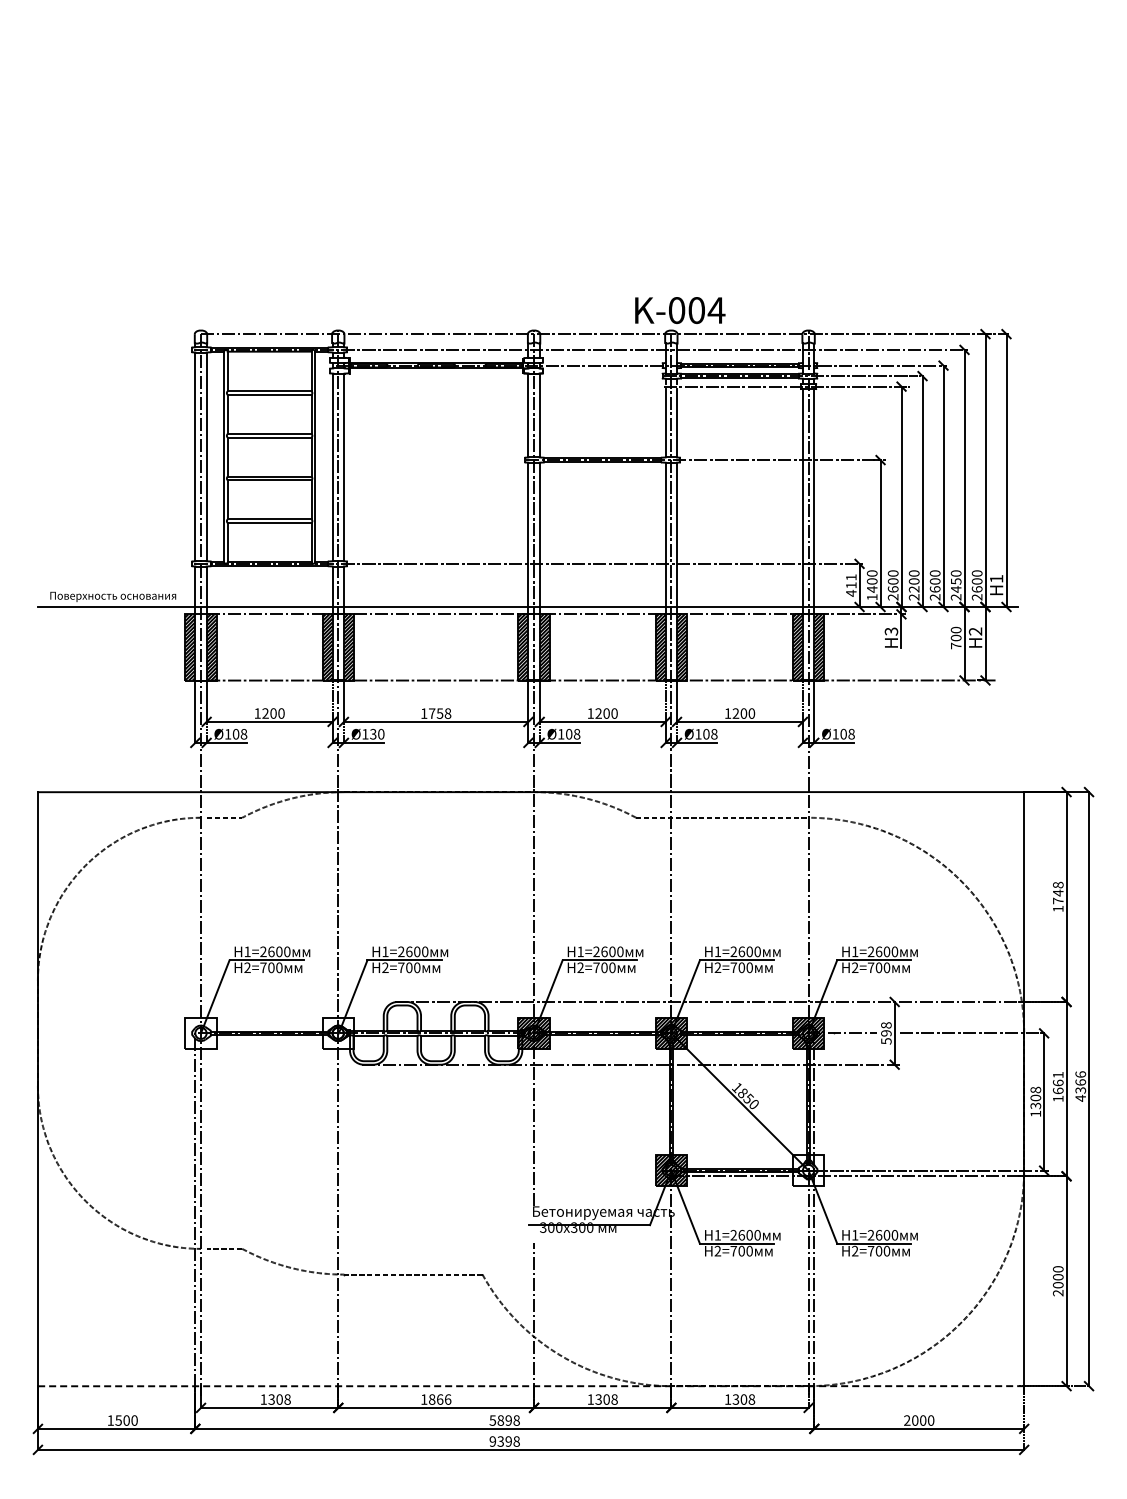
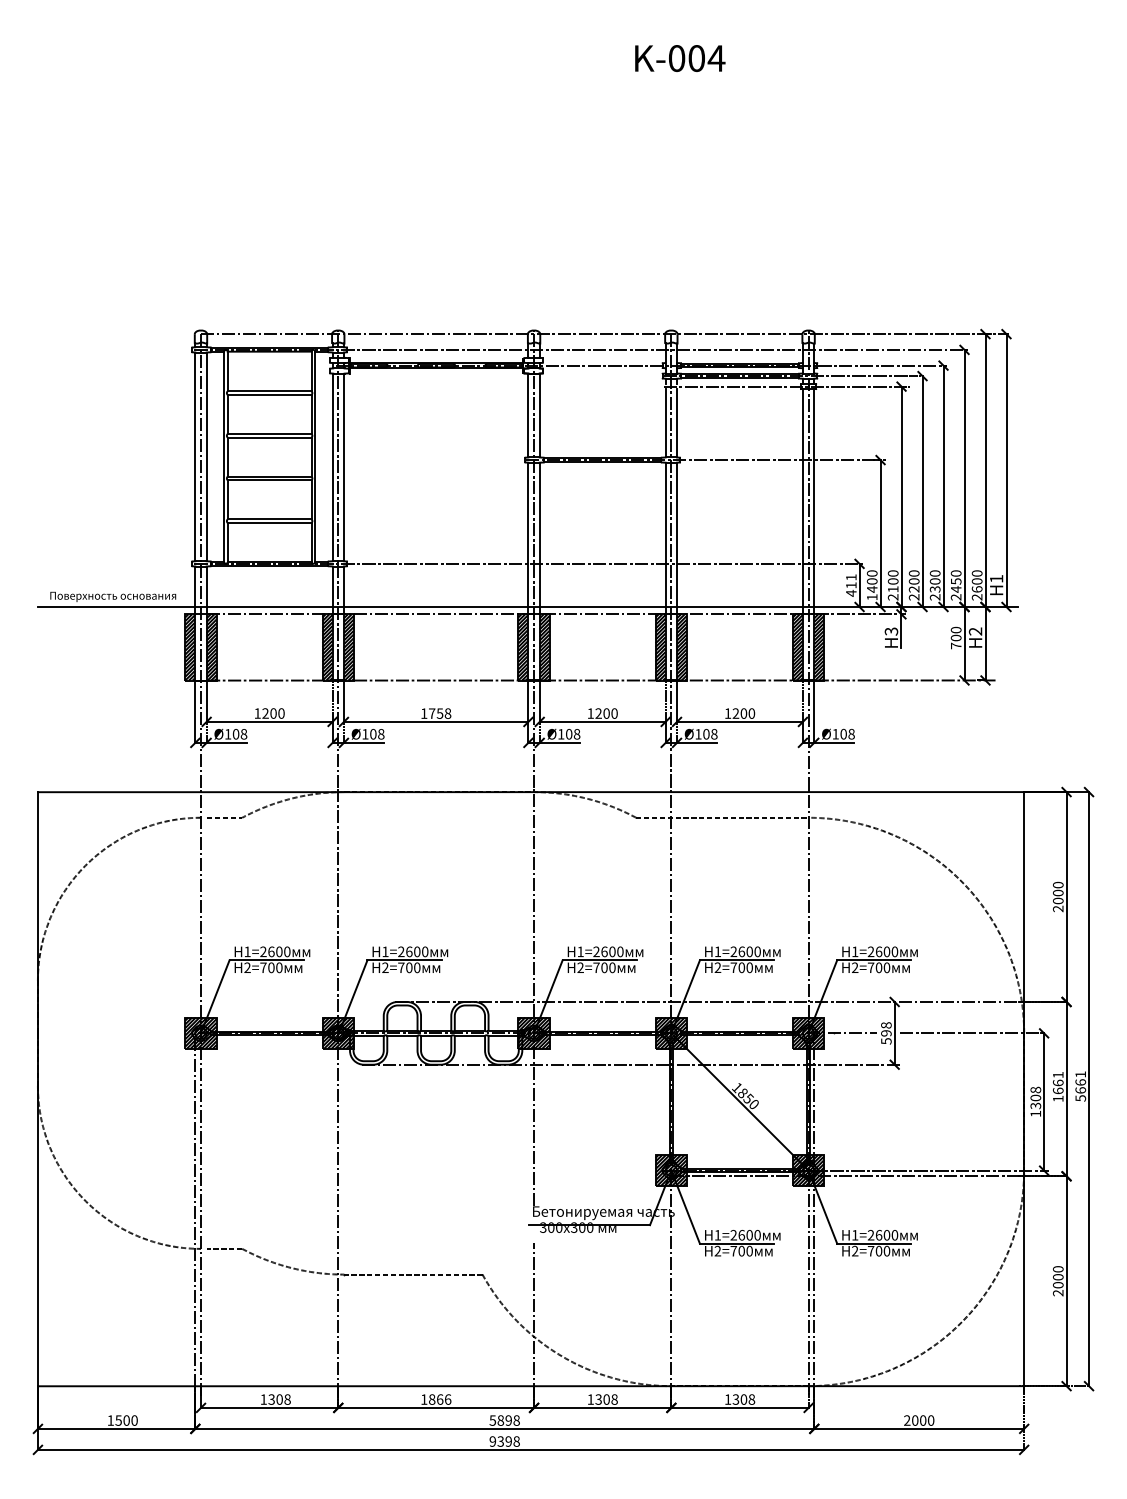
text at (680, 310) position: (680, 310) -> (680, 58)
text at (892, 589): 2600 -> 2100
text at (934, 589): 2600 -> 2300
text at (377, 734): Ø130 -> Ø108
text at (1057, 896): 1748 -> 2000
hatch at (200, 1033): none -> present
hatch at (338, 1033): none -> present
text at (1080, 1086): 4366 -> 5661
hatch at (808, 1170): none -> present
line at (530, 1386): dashed -> solid
